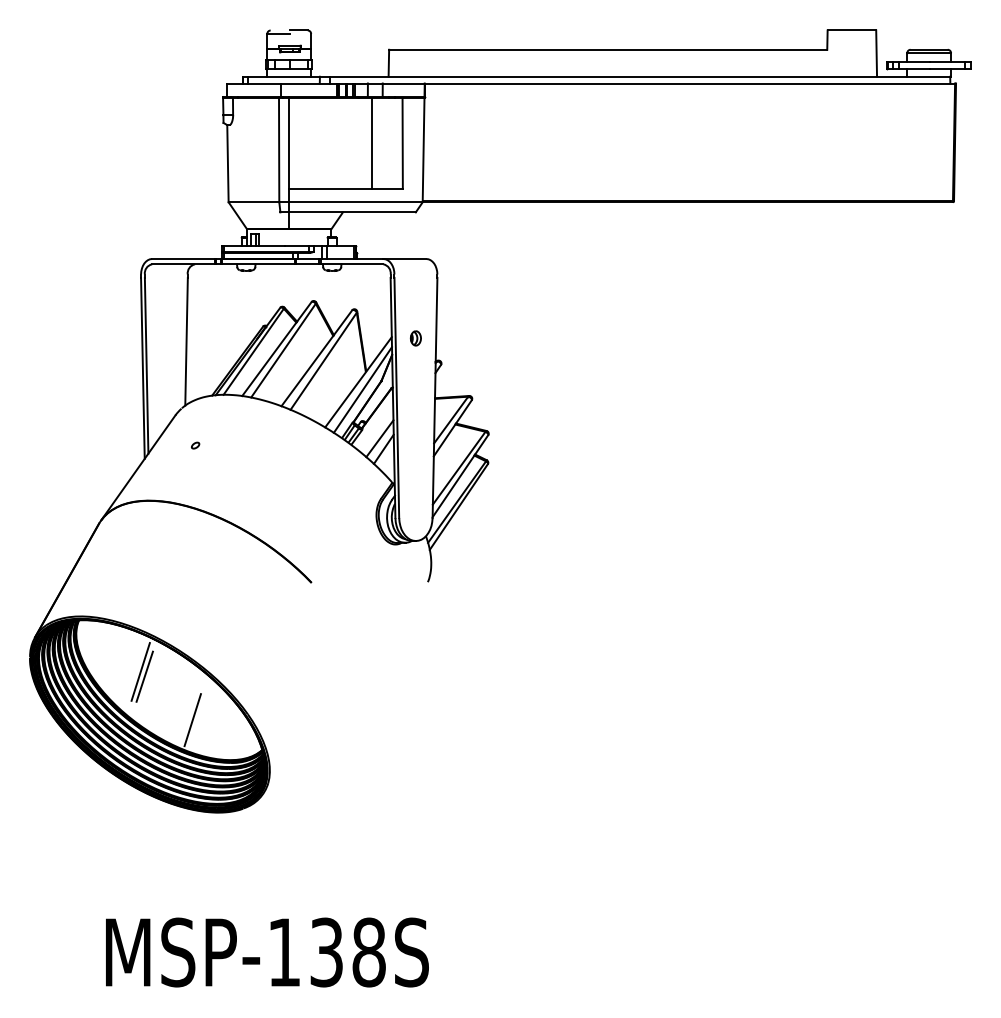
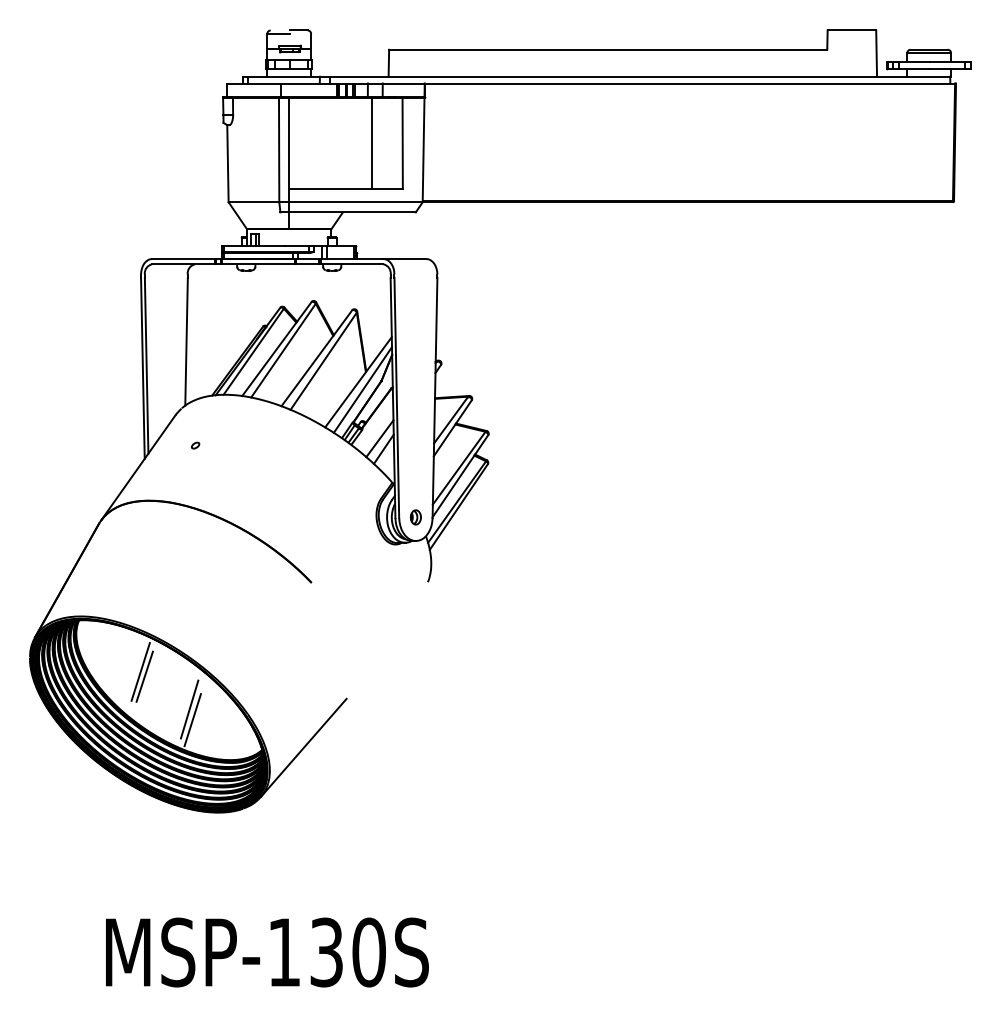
part at (415, 338) position: (415, 338) -> (415, 517)
line at (189, 709): none -> present
line at (303, 747): none -> present
text at (368, 952): MSP-138S -> MSP-130S
